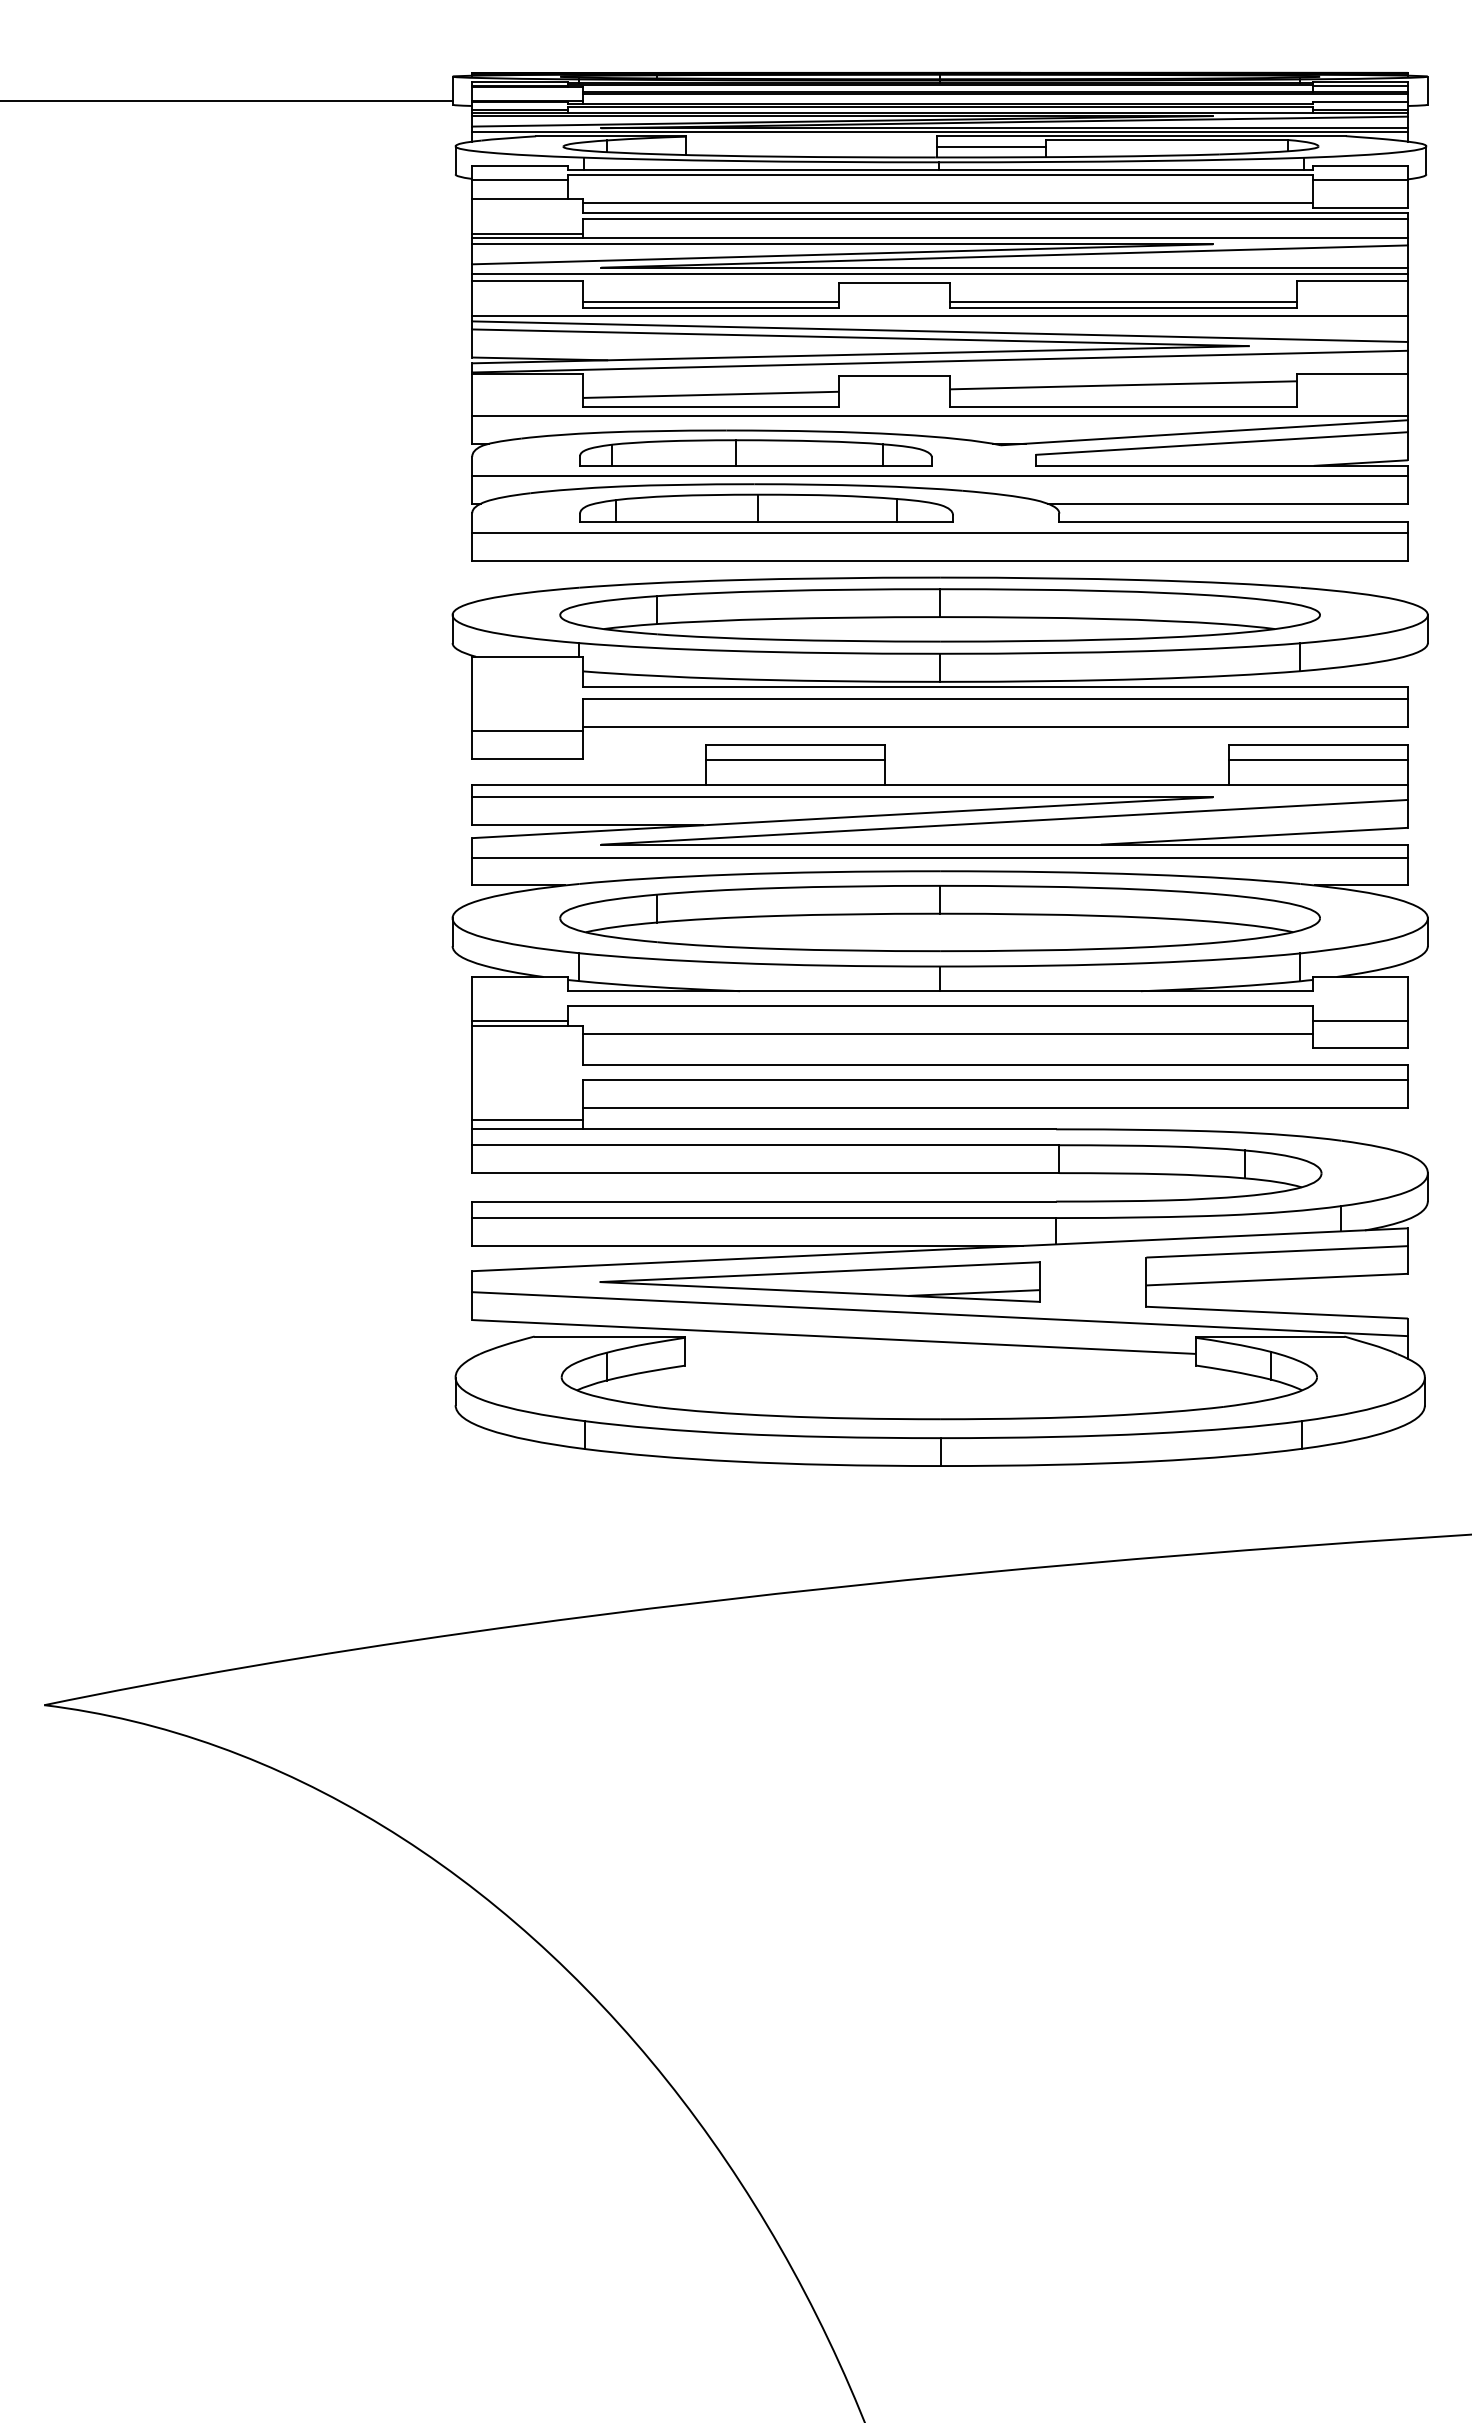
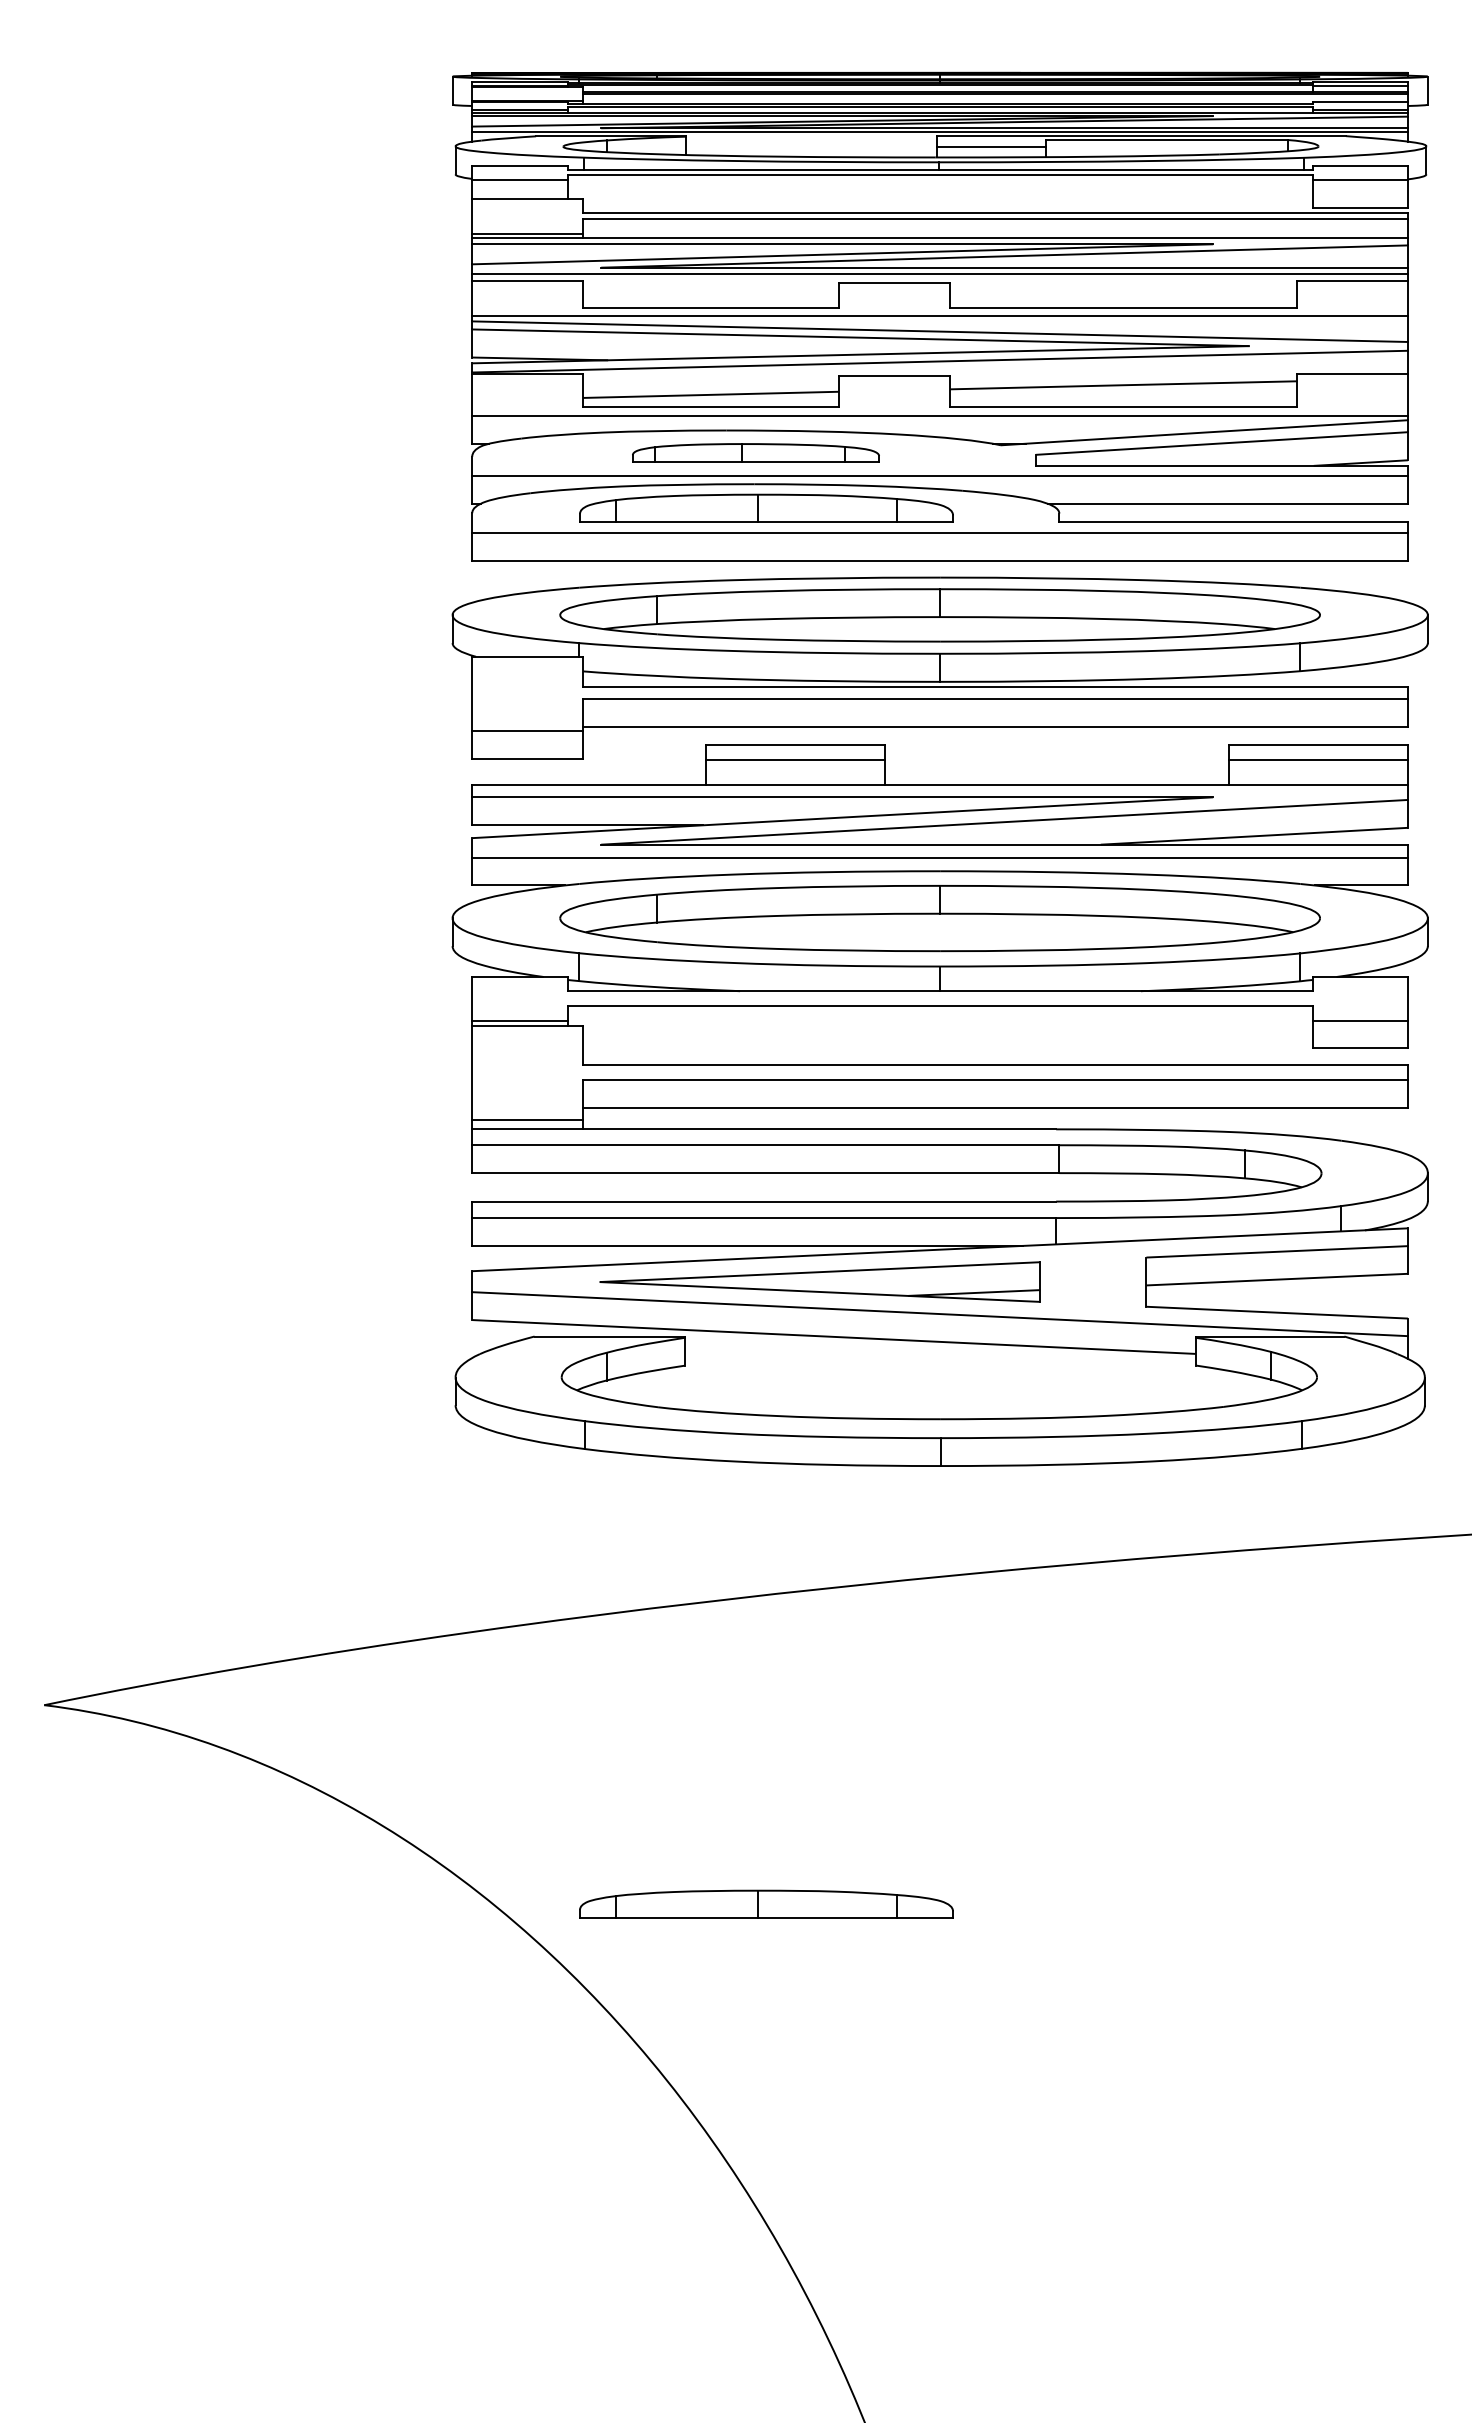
line at (227, 100): present -> none
line at (947, 203): present -> none
line at (711, 302): present -> none
line at (1123, 302): present -> none
part at (755, 452) size: 354x28 px -> 248x20 px
line at (947, 1034): present -> none
part at (766, 1903): none -> present
